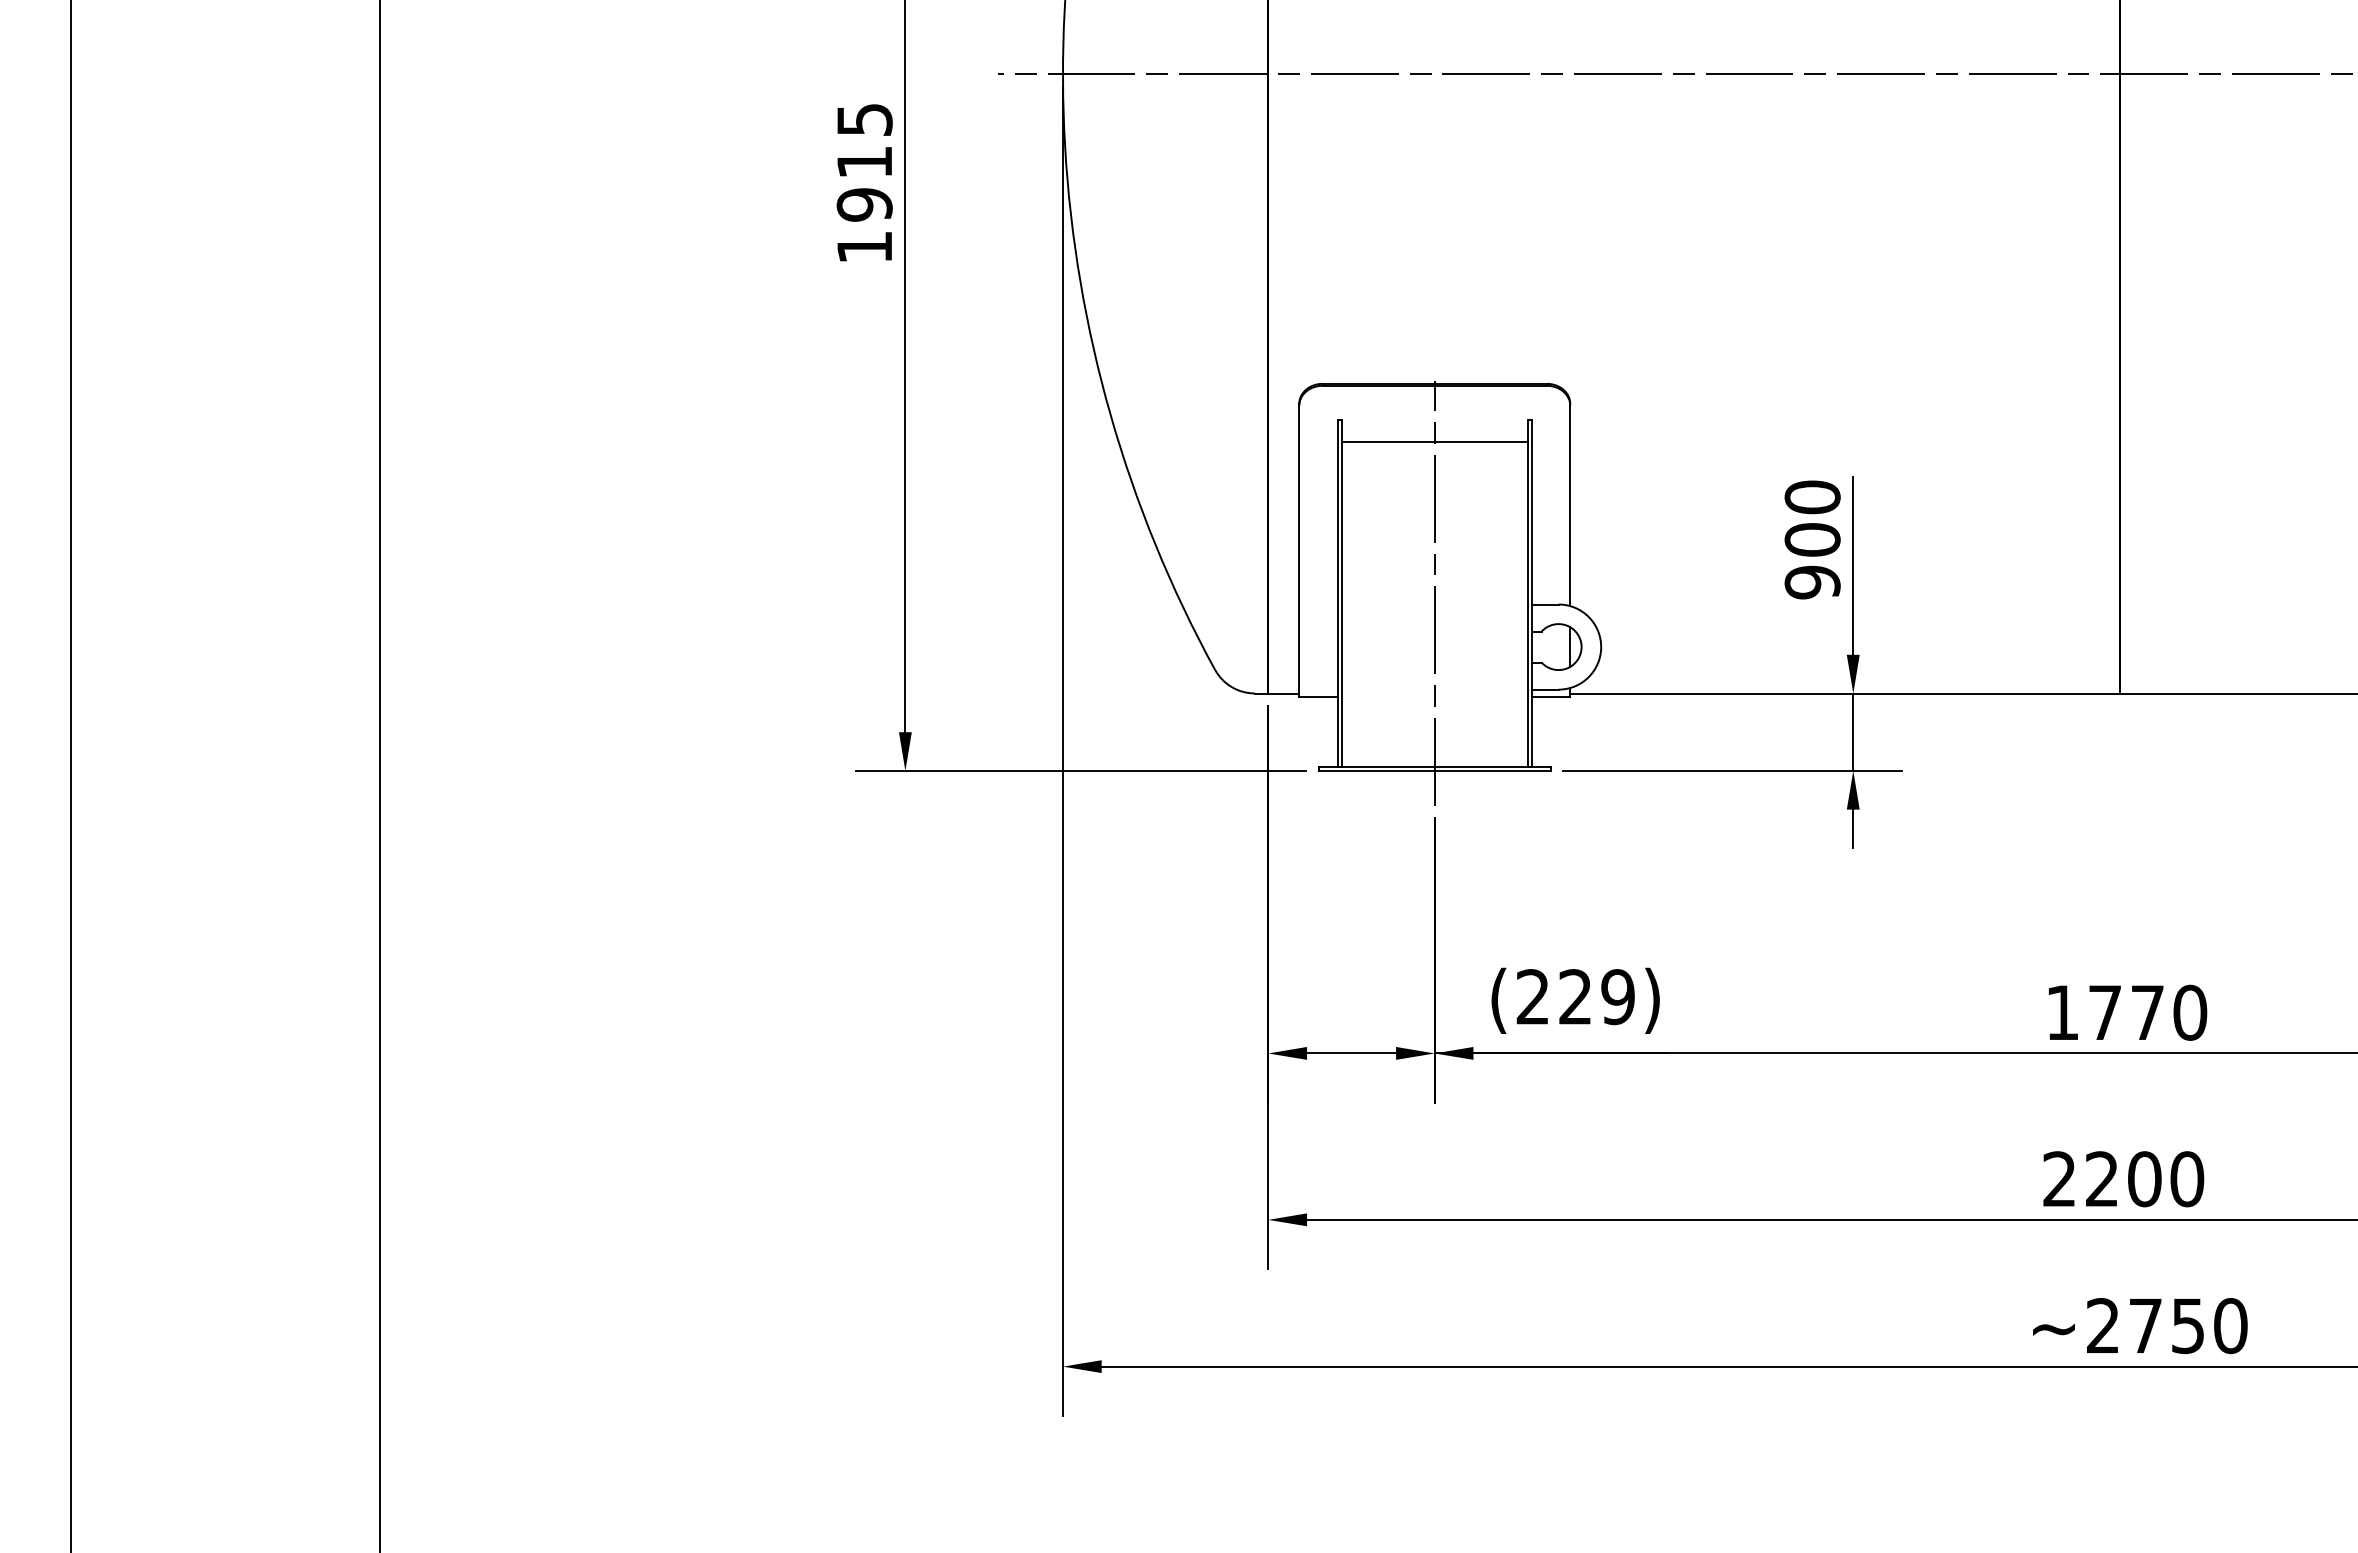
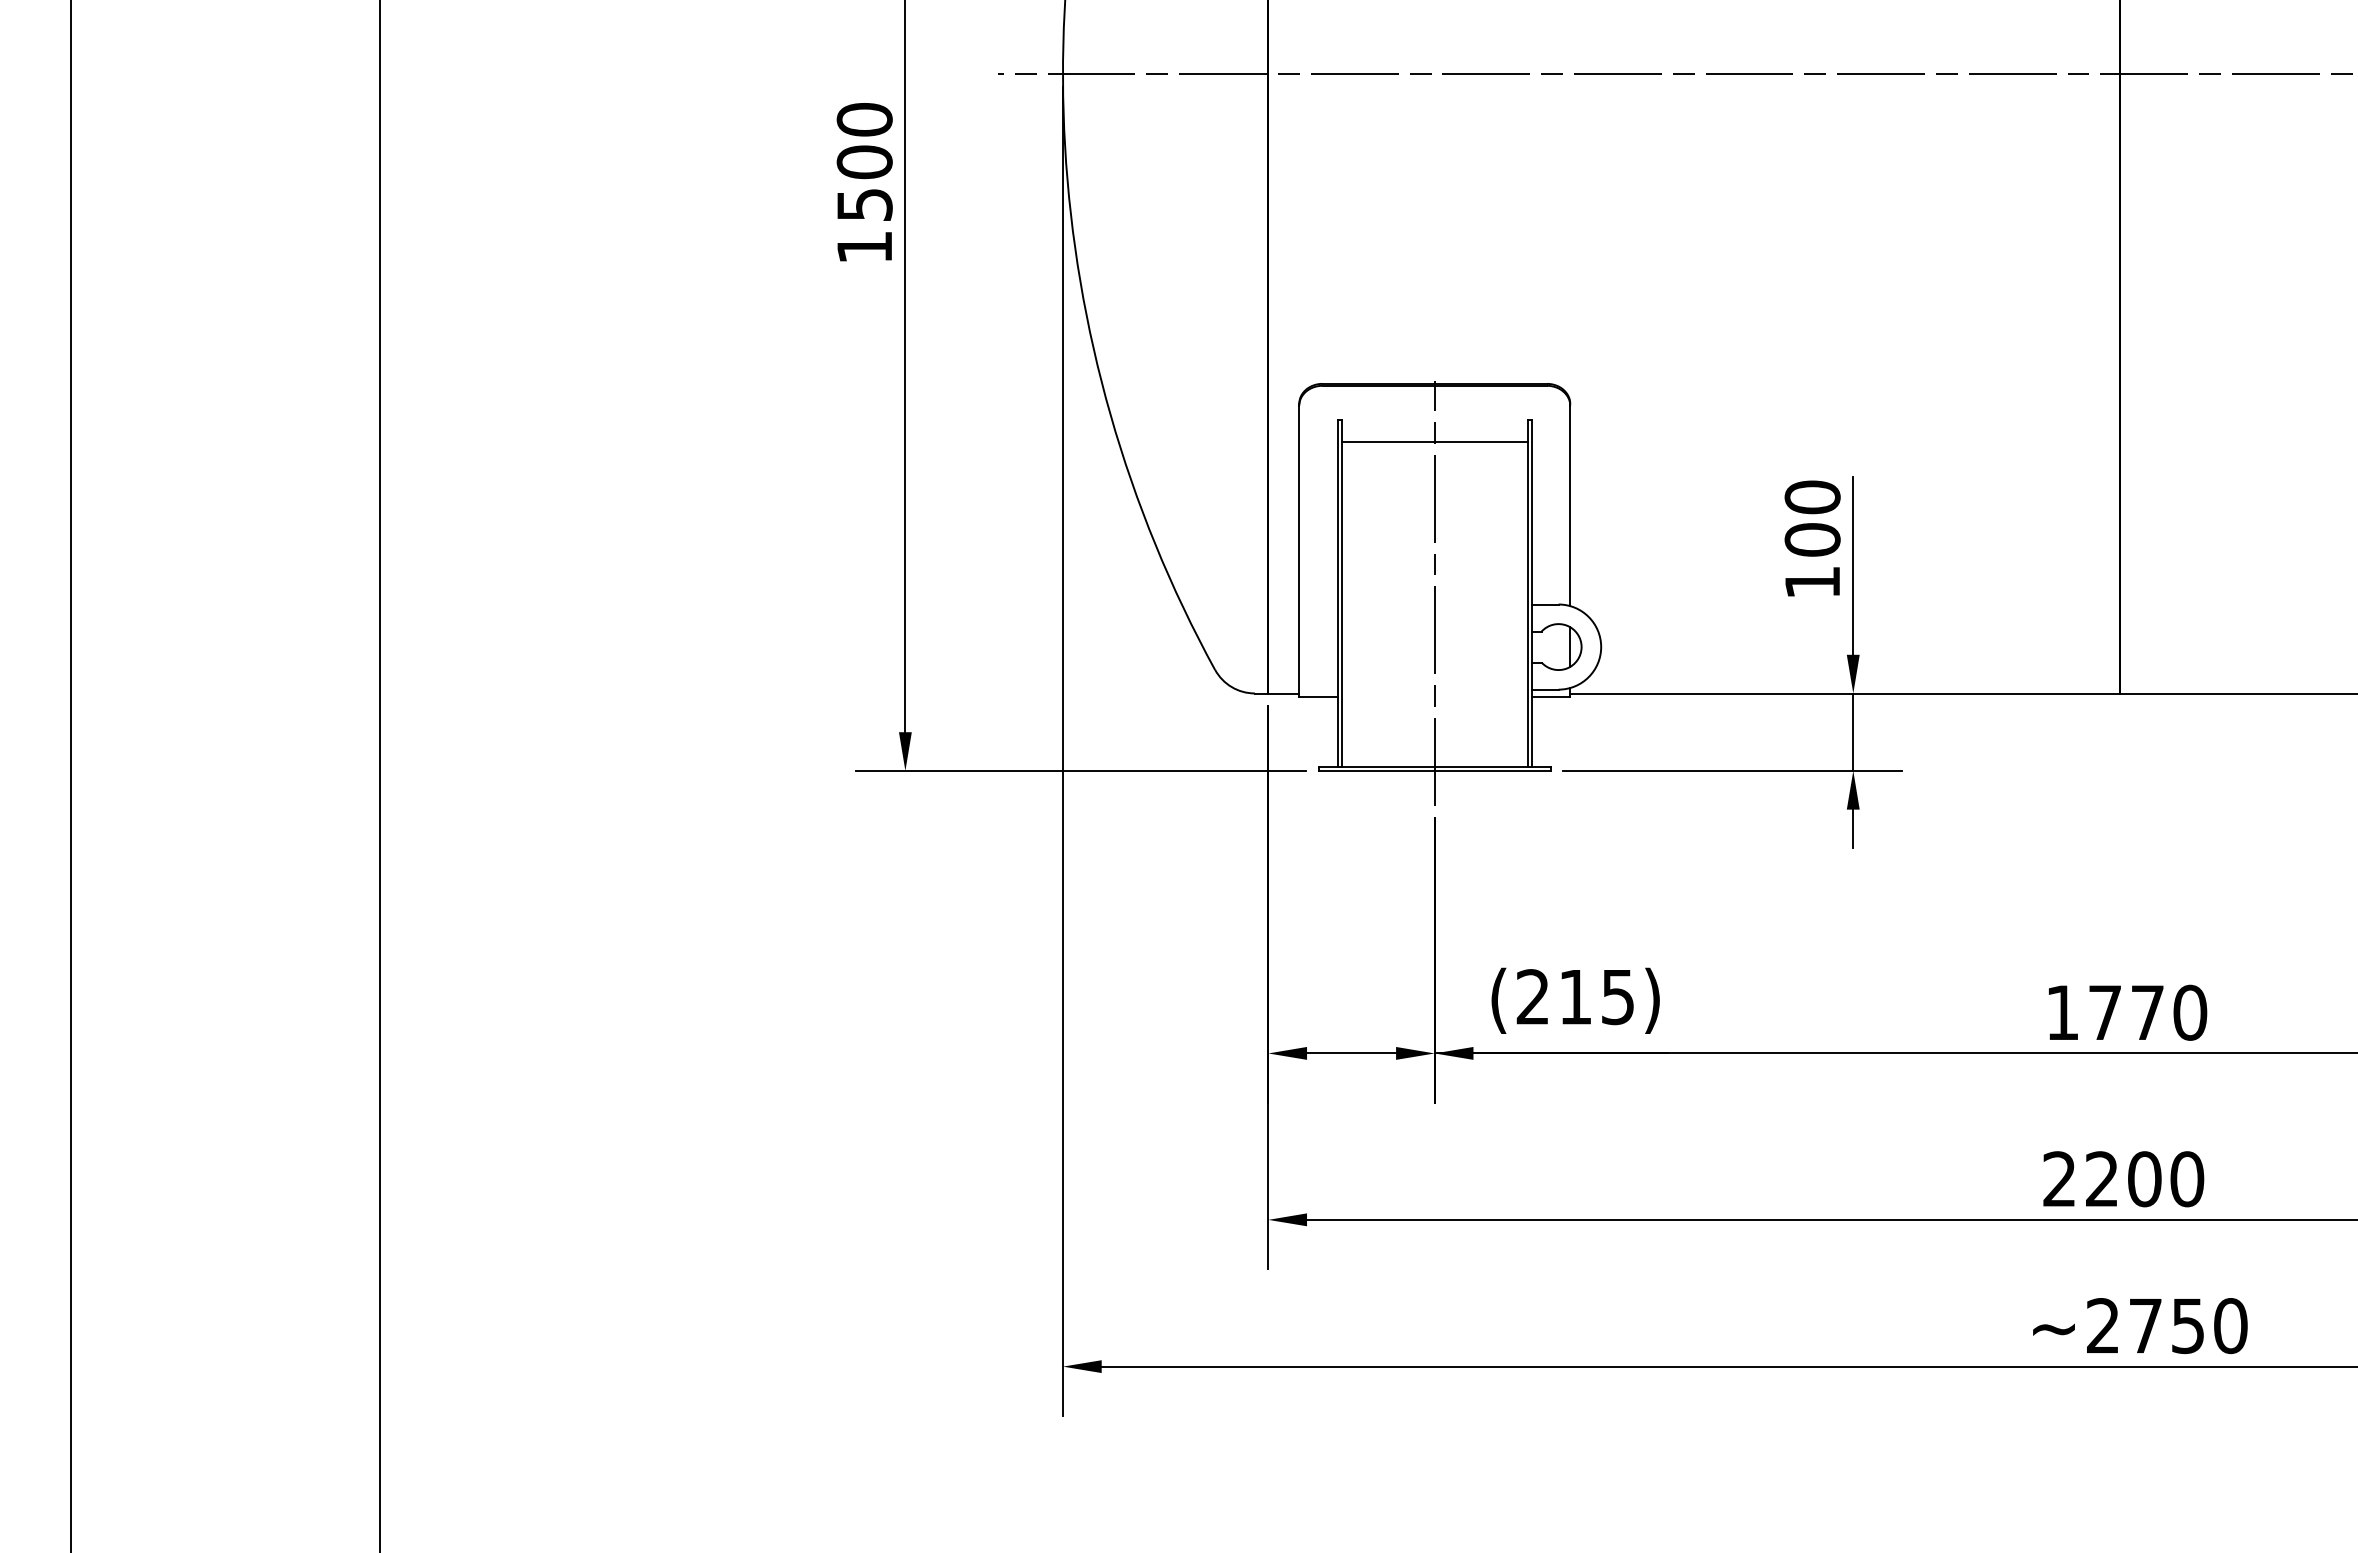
text at (864, 162): 1915 -> 1500
text at (1812, 582): 900 -> 100
text at (1596, 996): (229) -> (215)
